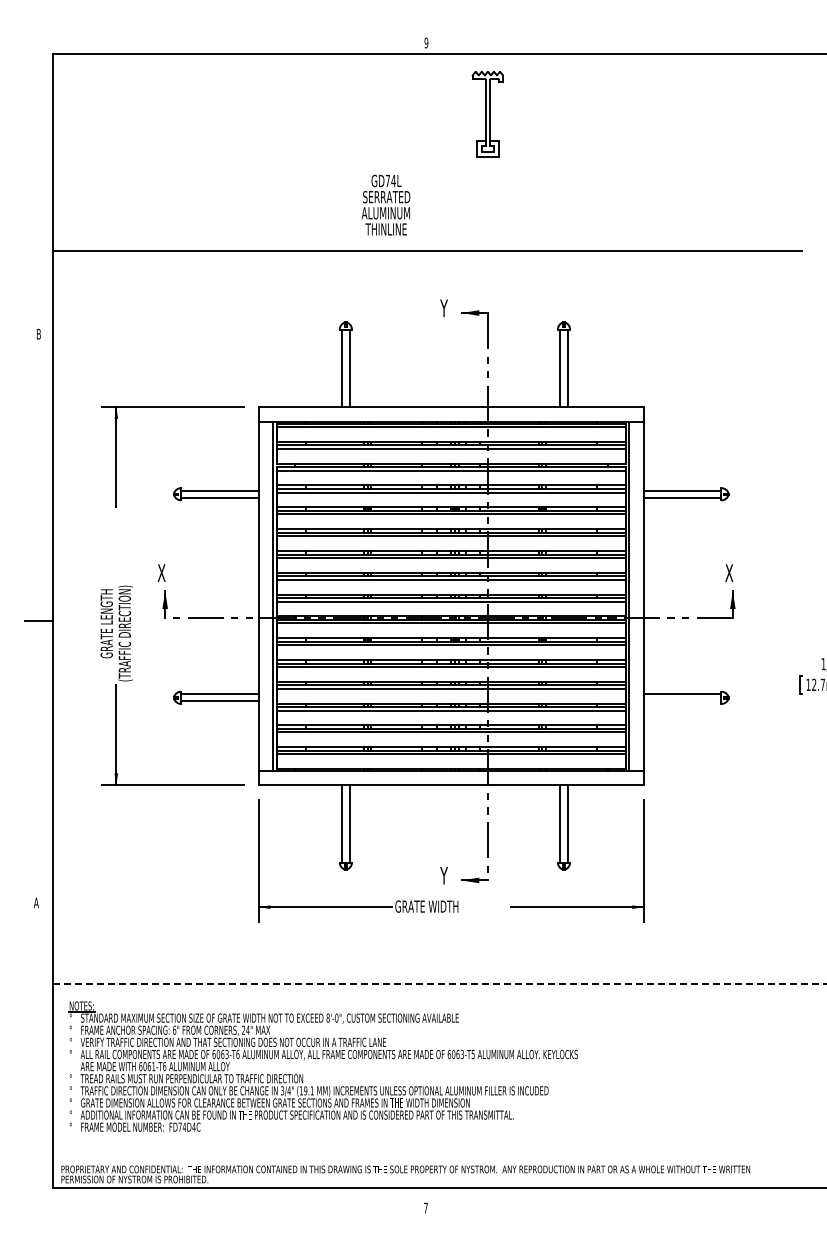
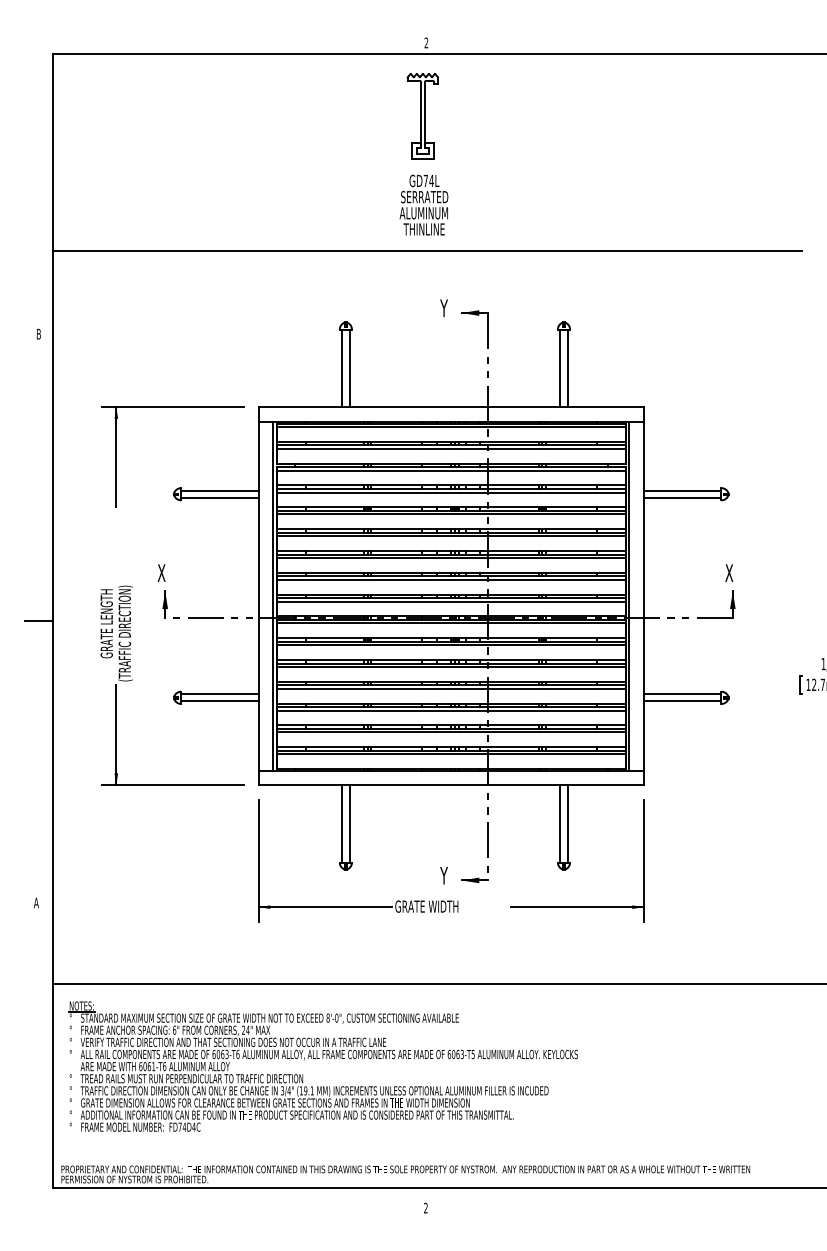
text at (426, 42): 9 -> 2
part at (487, 114) position: (487, 114) -> (422, 116)
text at (385, 204) position: (385, 204) -> (423, 204)
line at (682, 701): none -> present
line at (440, 984): dashed -> solid
text at (425, 1207): 7 -> 2
